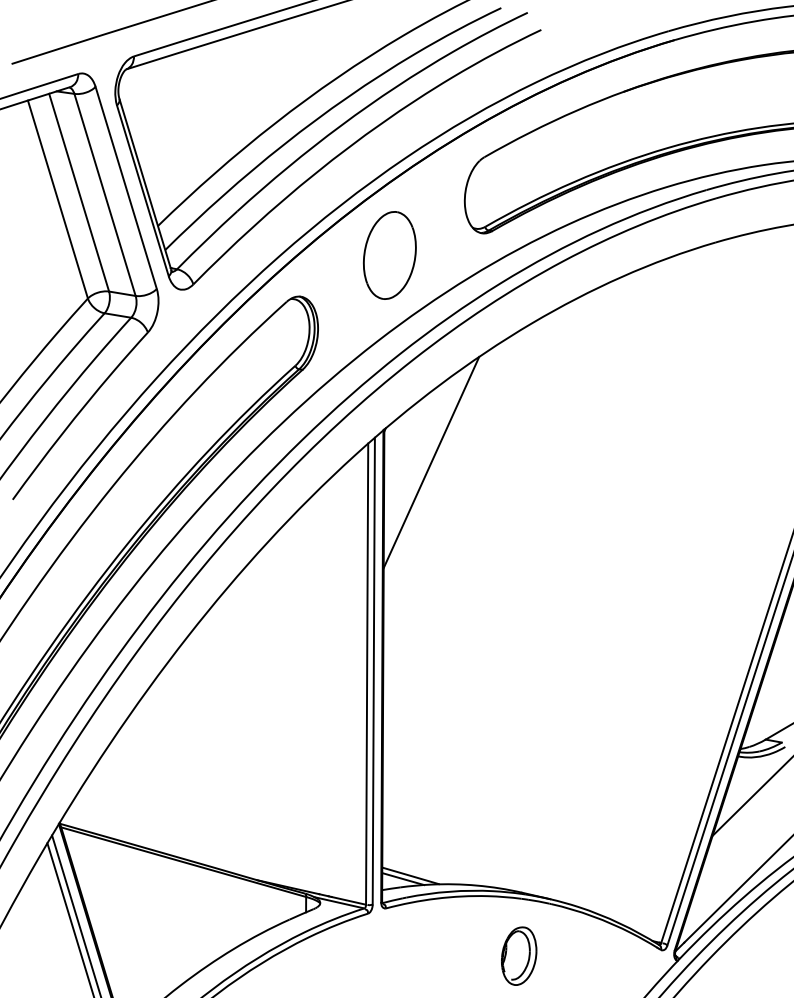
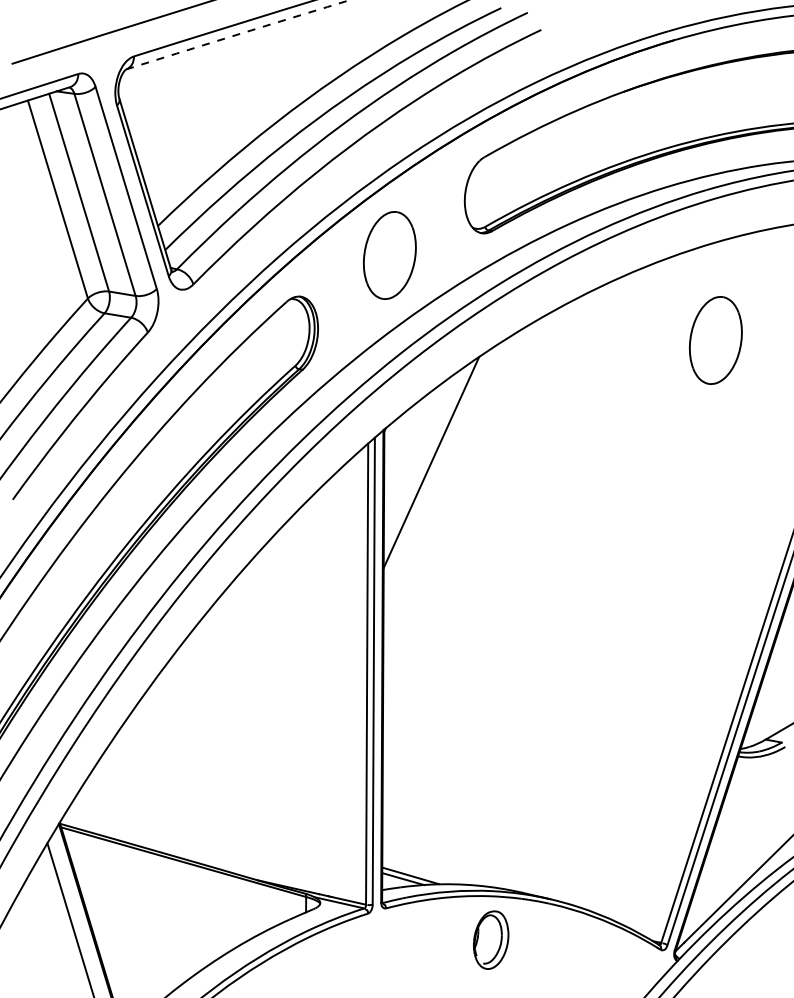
arc at (238, 34): solid -> dashed
part at (715, 340): none -> present
line at (751, 797): present -> none
line at (76, 914): present -> none
part at (519, 955) position: (519, 955) -> (491, 939)
